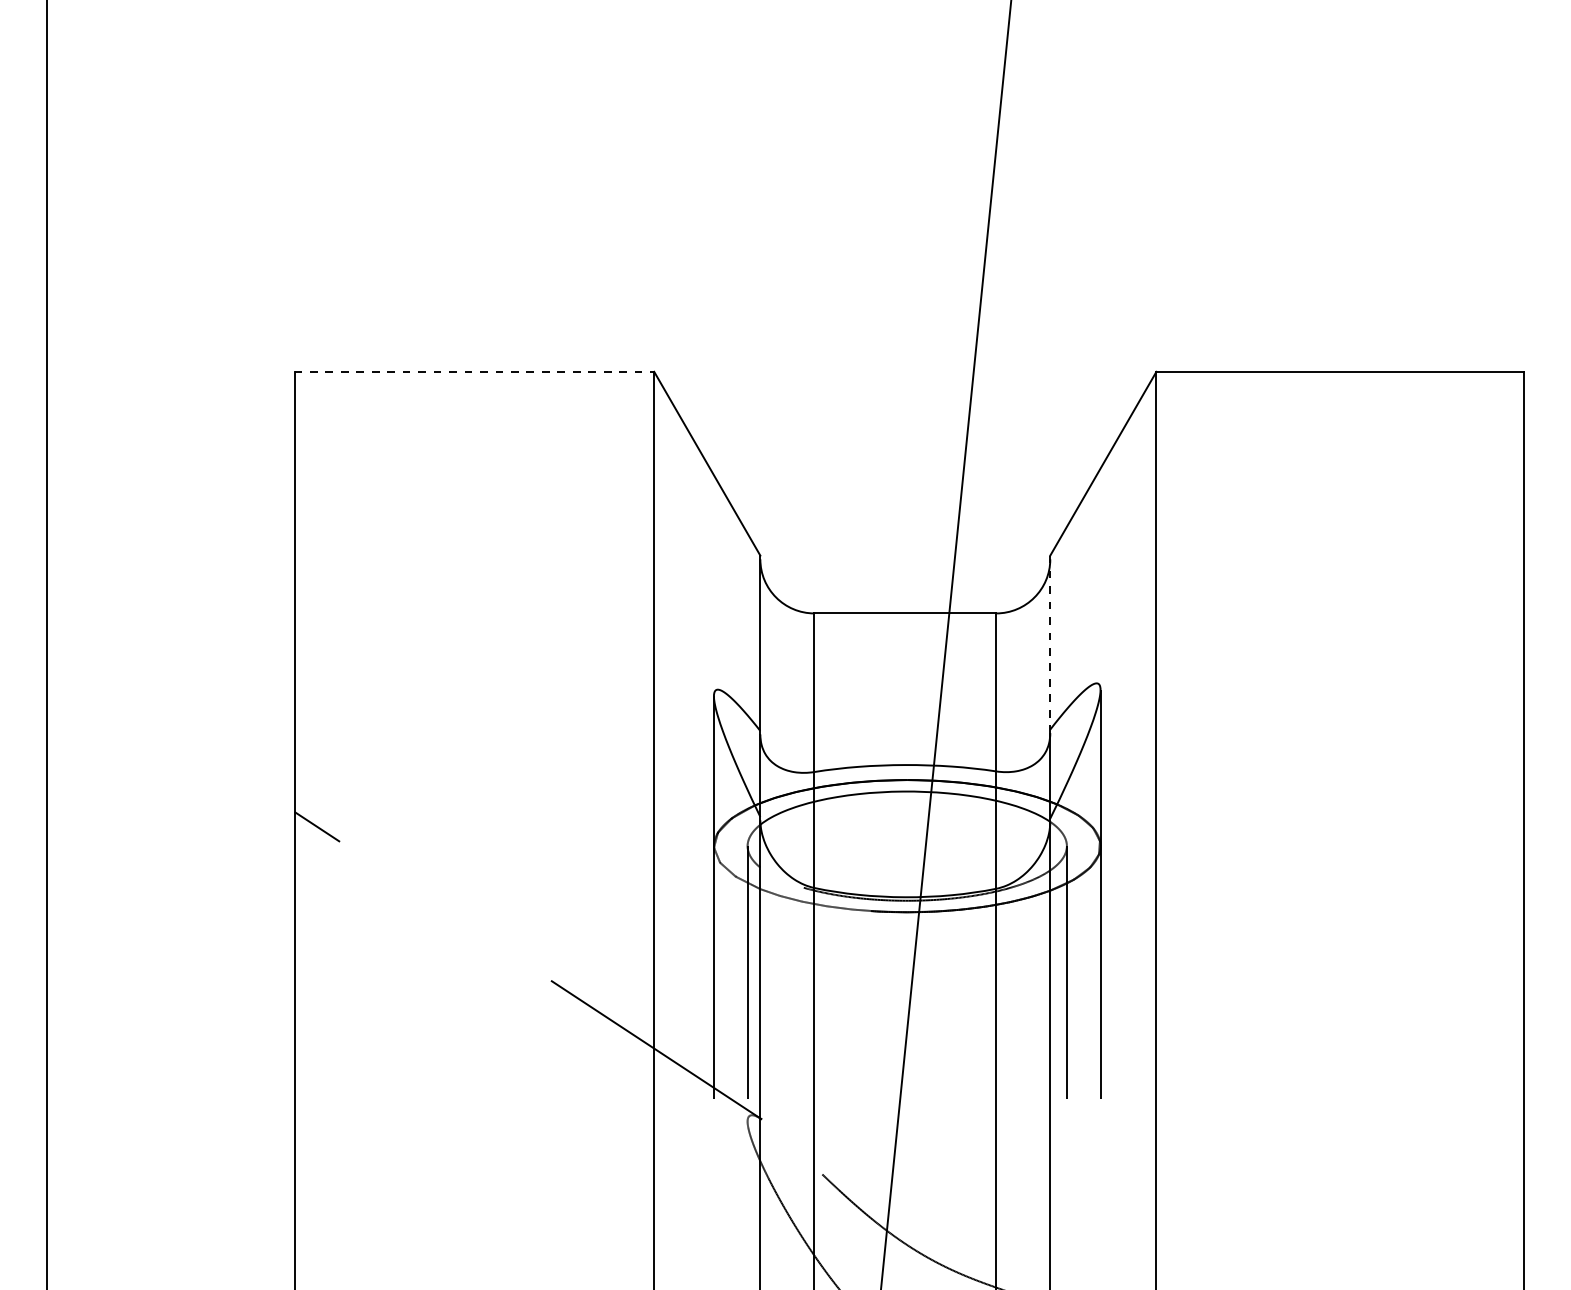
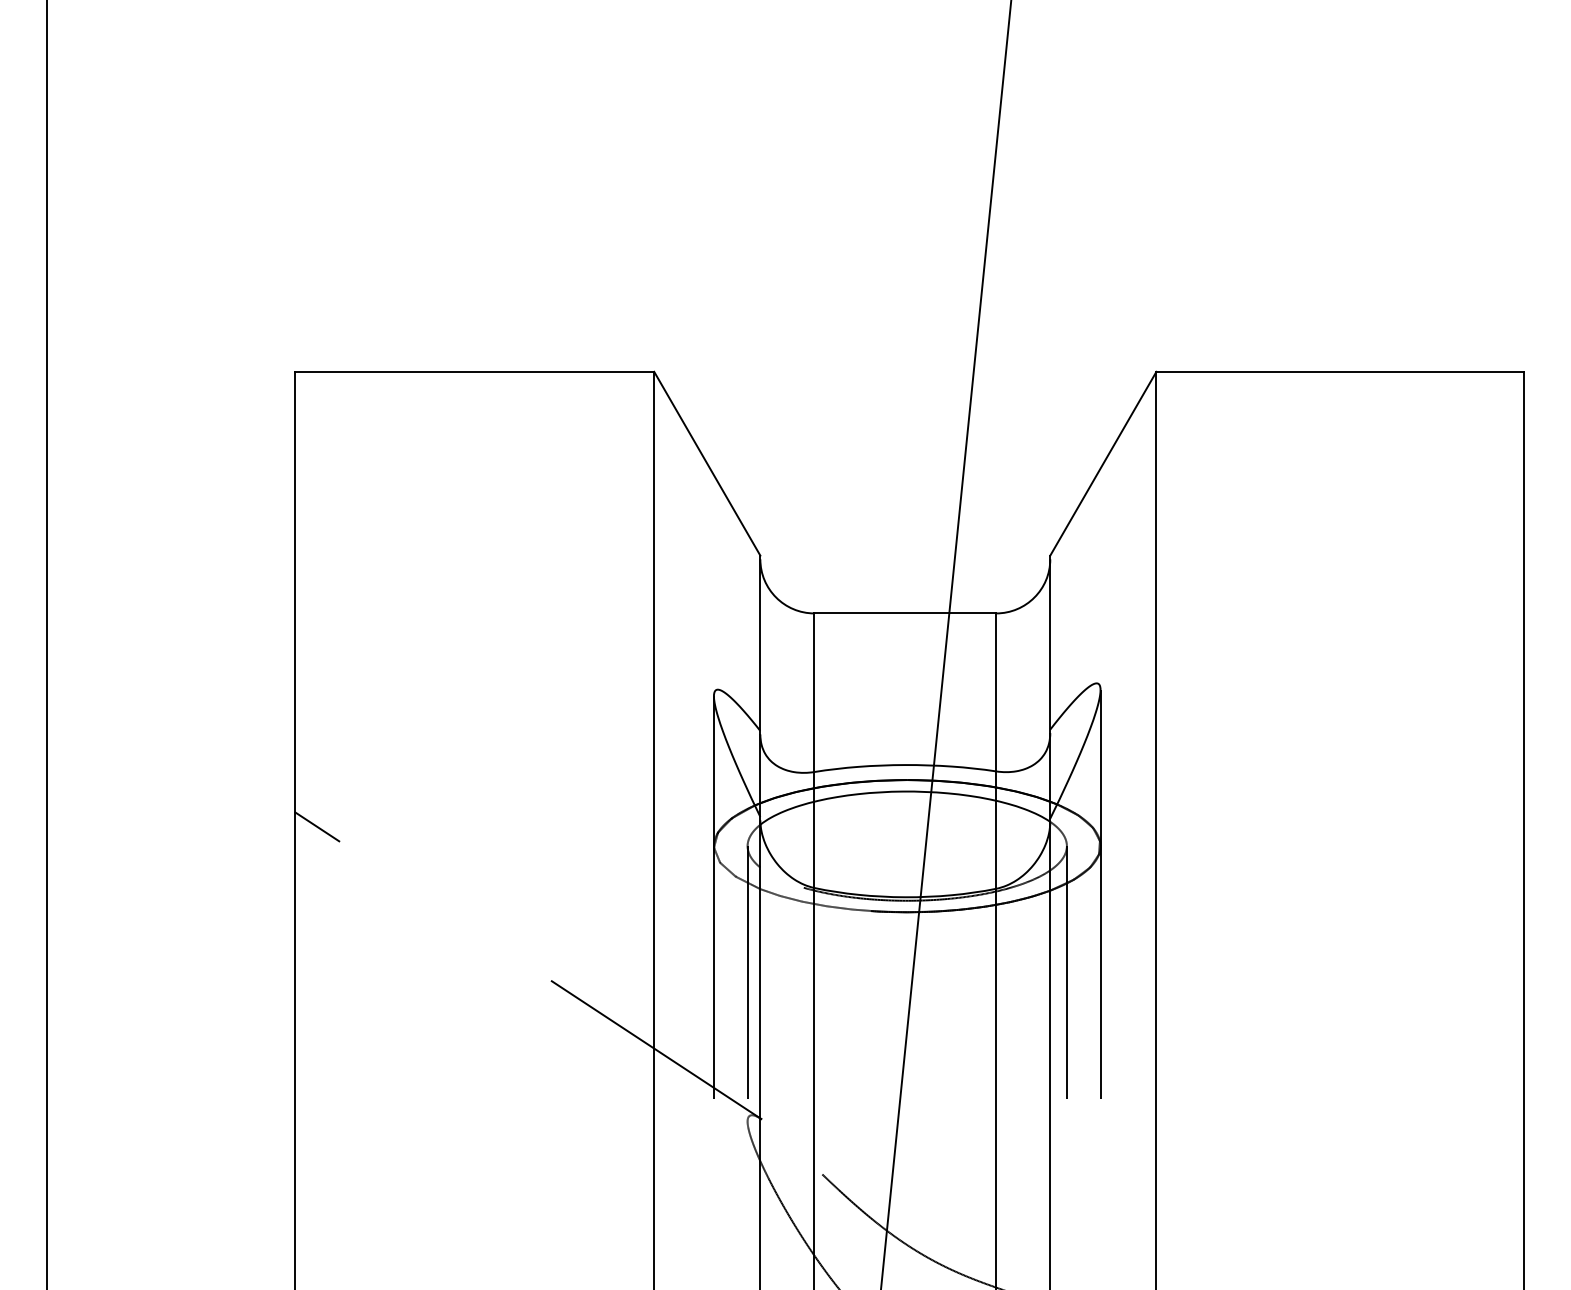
line at (474, 371): dashed -> solid
line at (1050, 644): dashed -> solid
